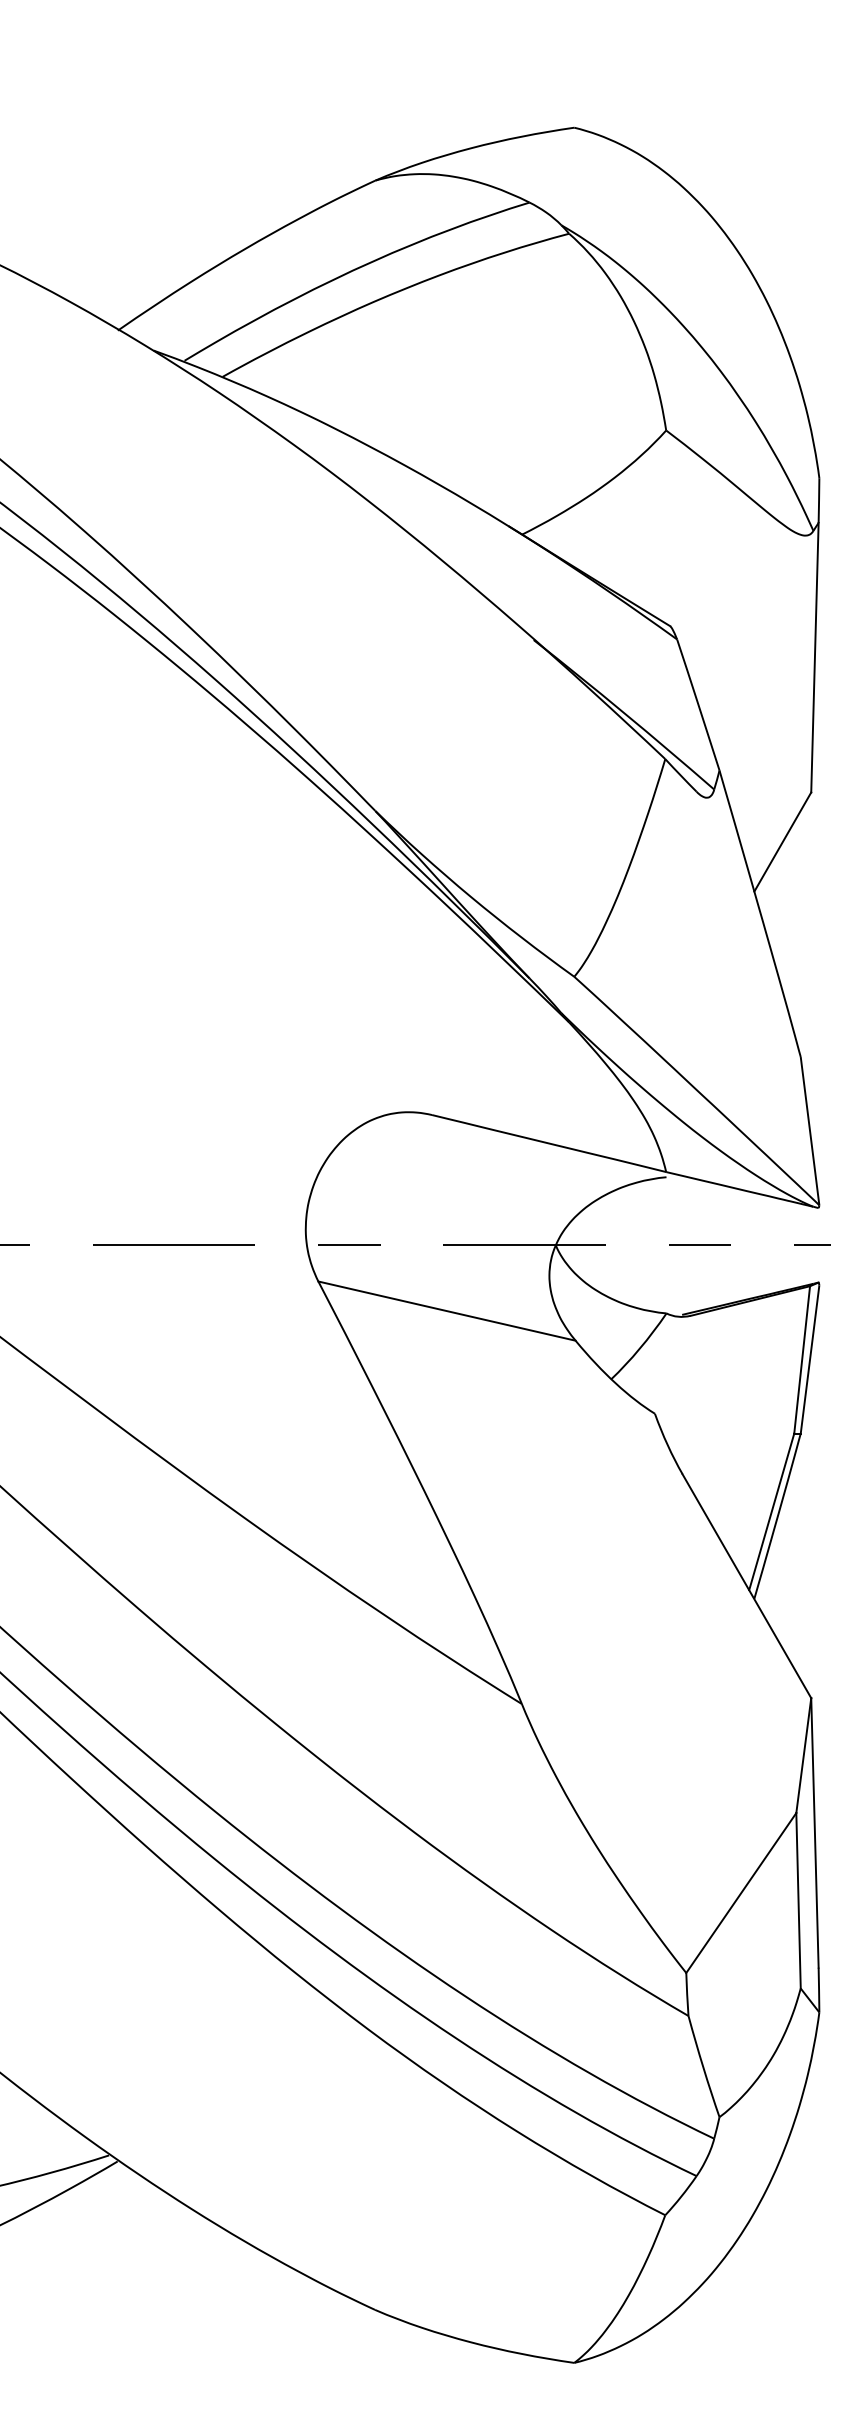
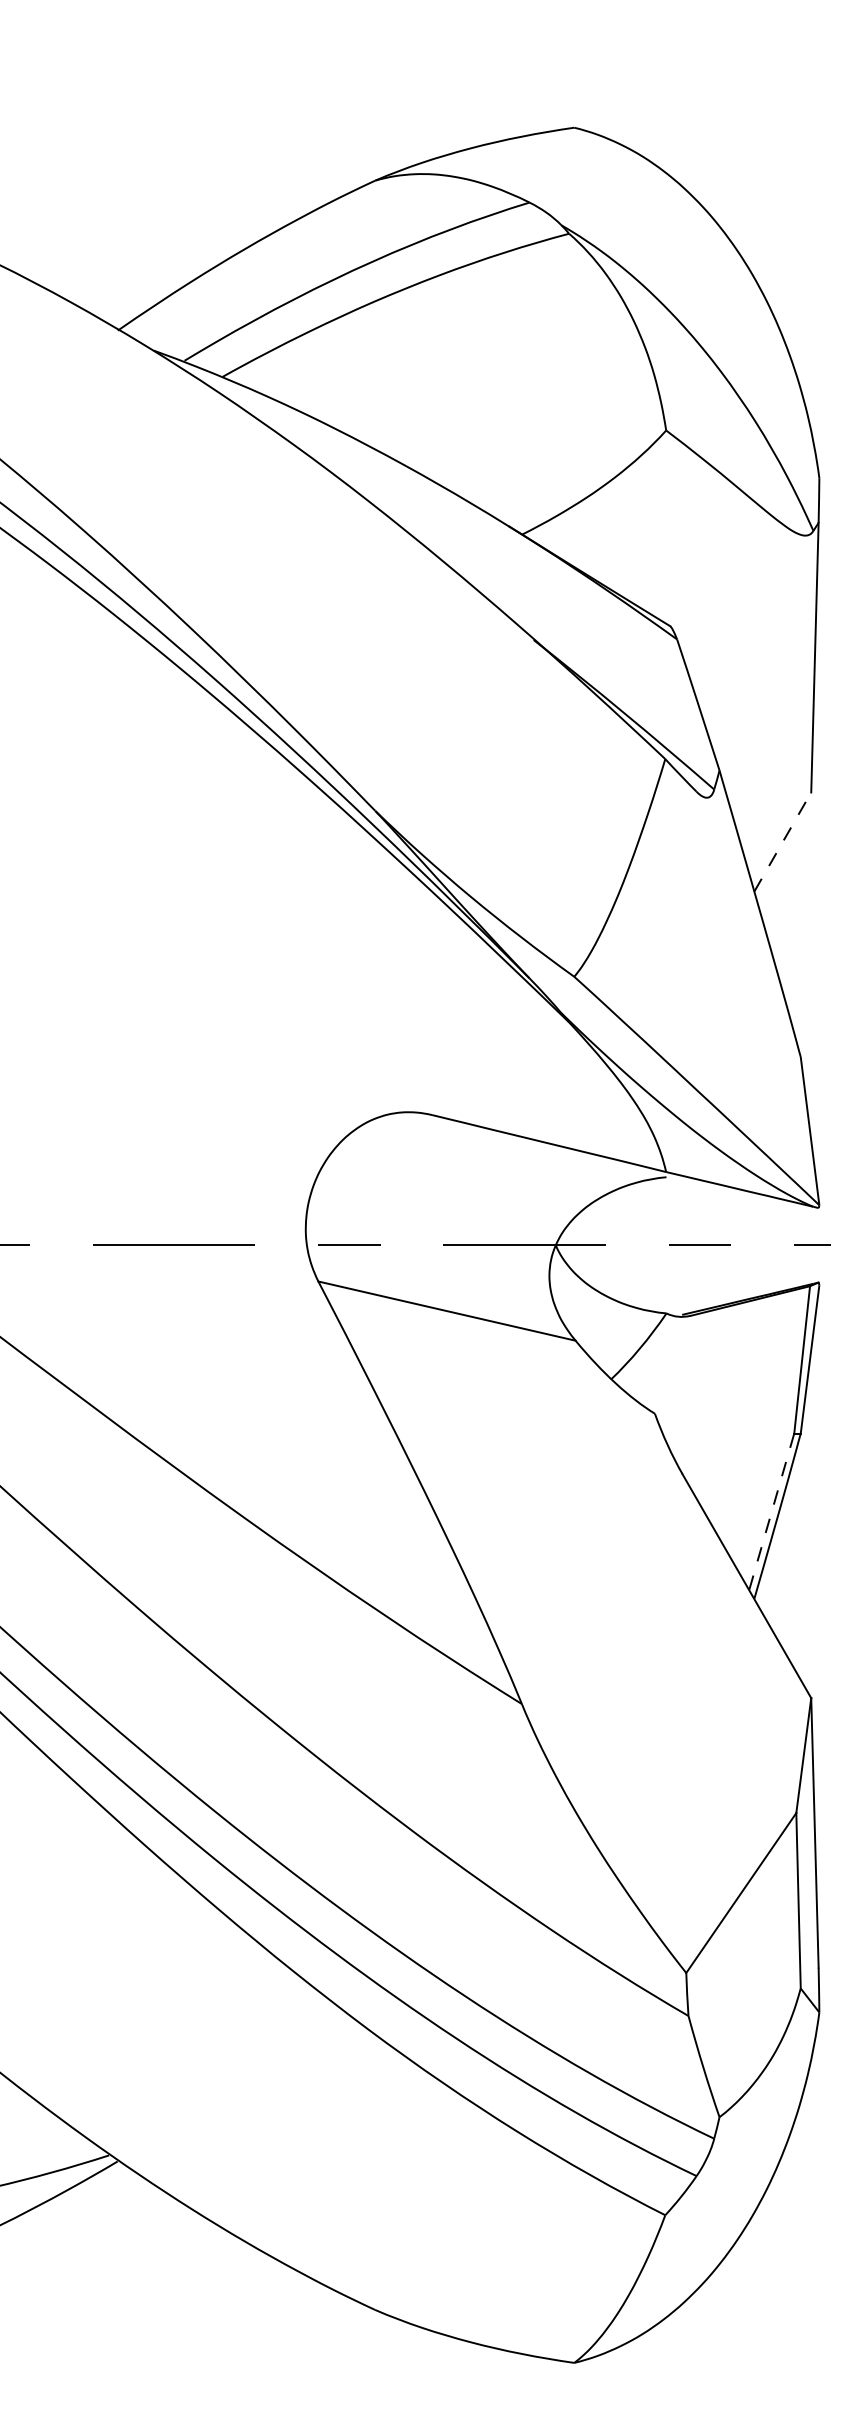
line at (783, 841): solid -> dashed
line at (771, 1512): solid -> dashed
